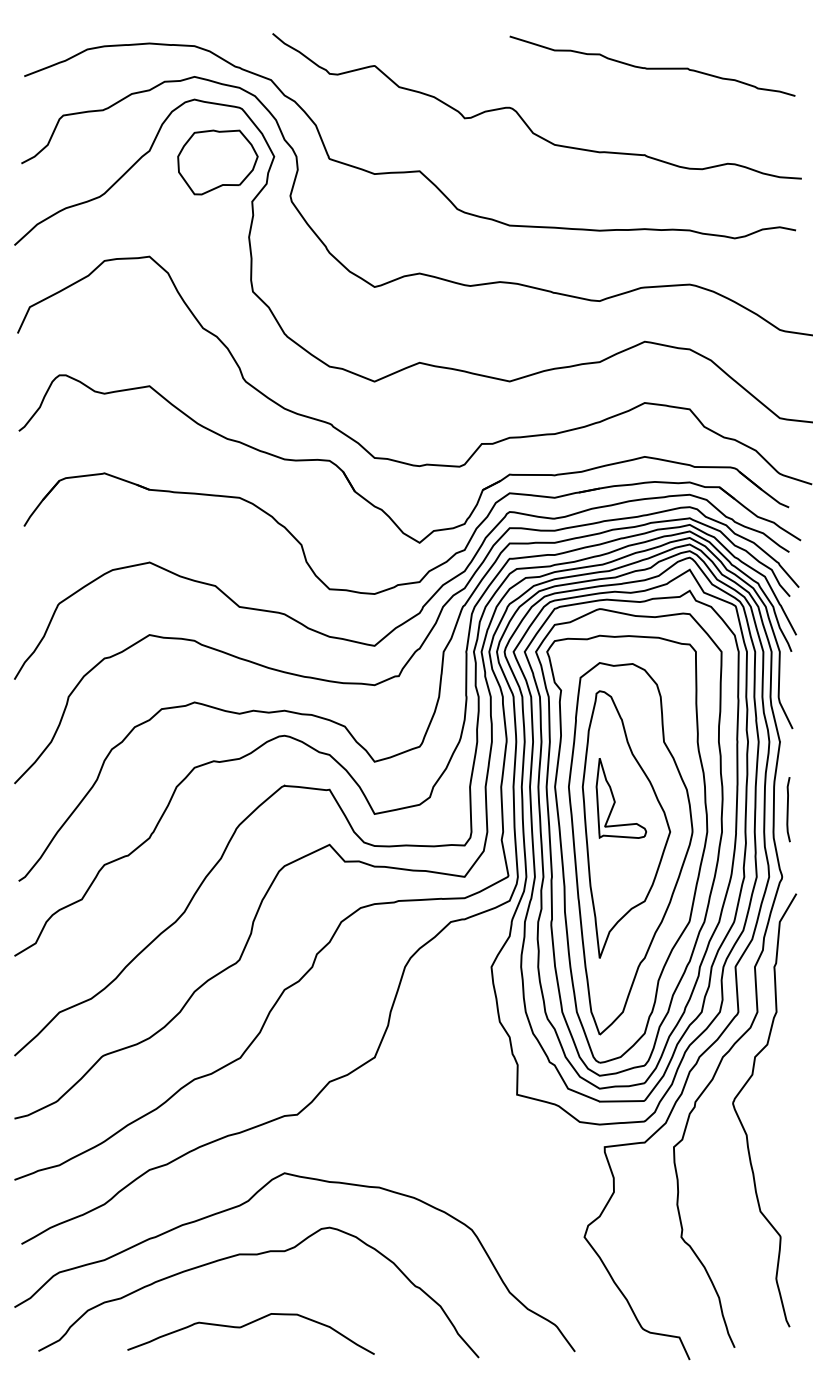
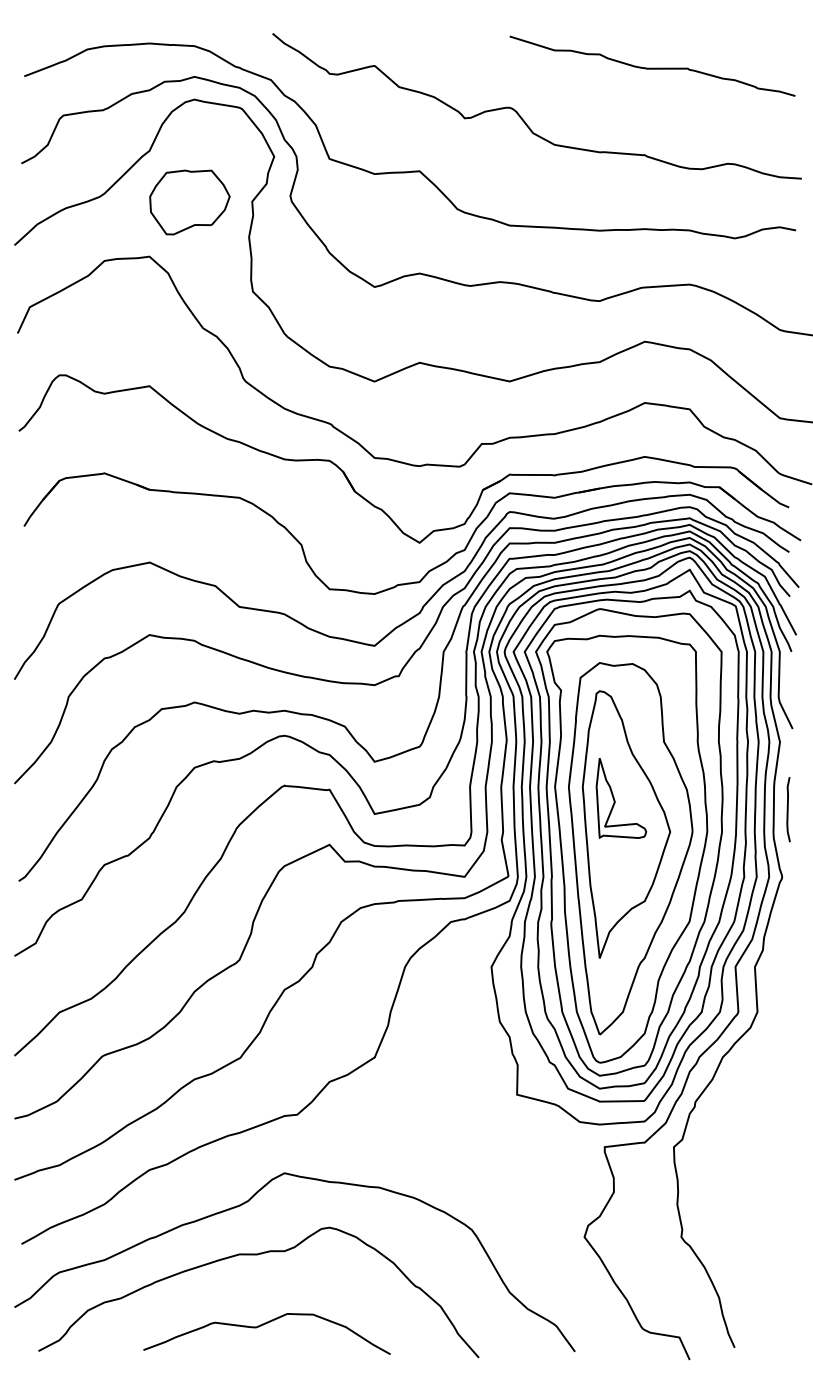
part at (217, 162) position: (217, 162) -> (189, 202)
curve at (741, 1121): present -> none
curve at (247, 1325) position: (247, 1325) -> (263, 1325)
